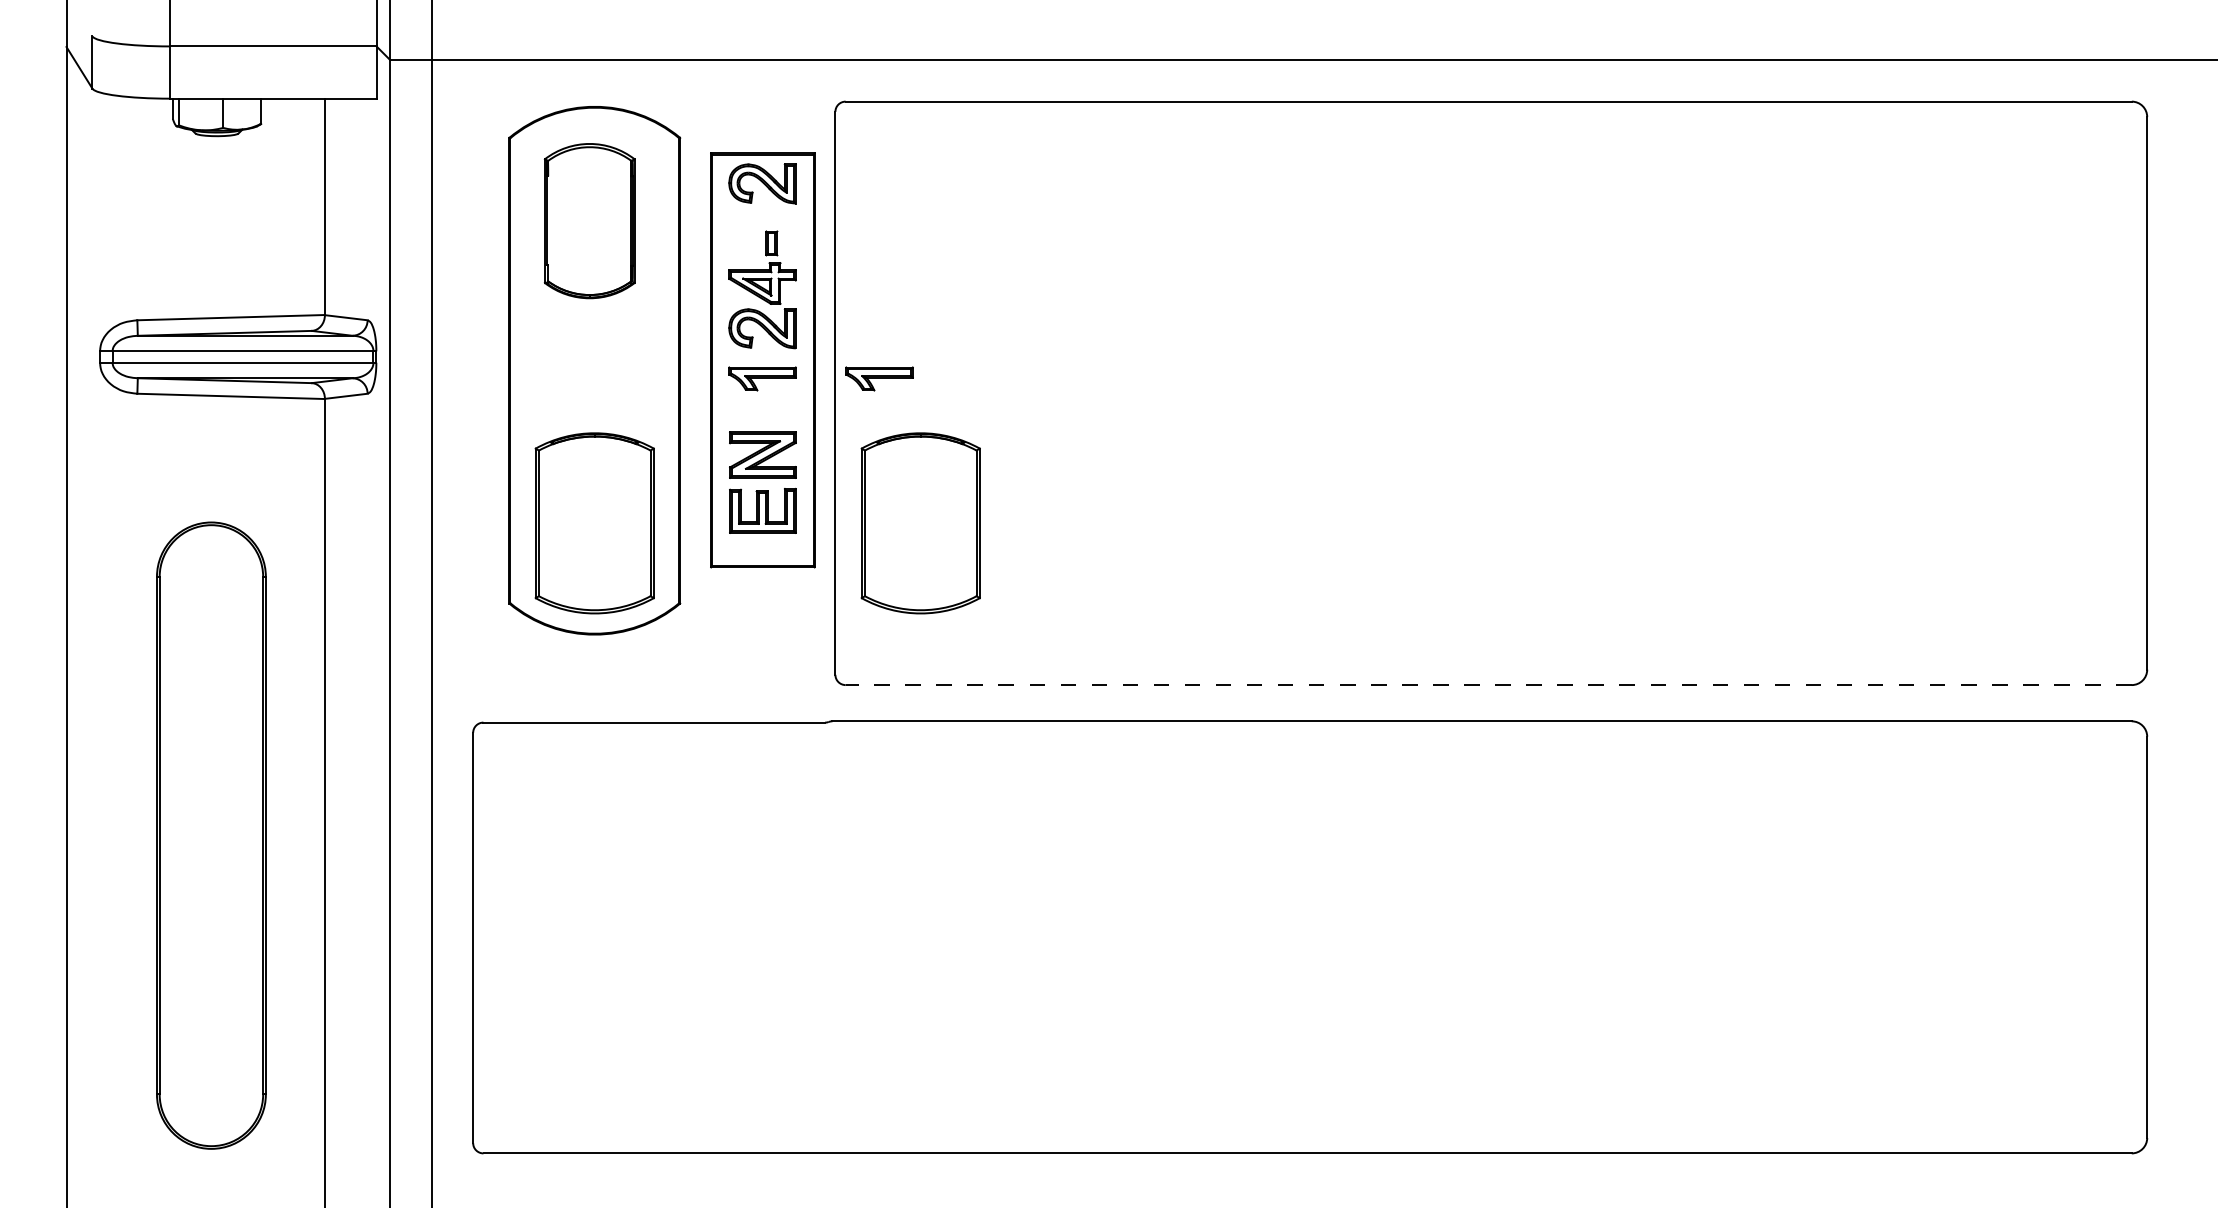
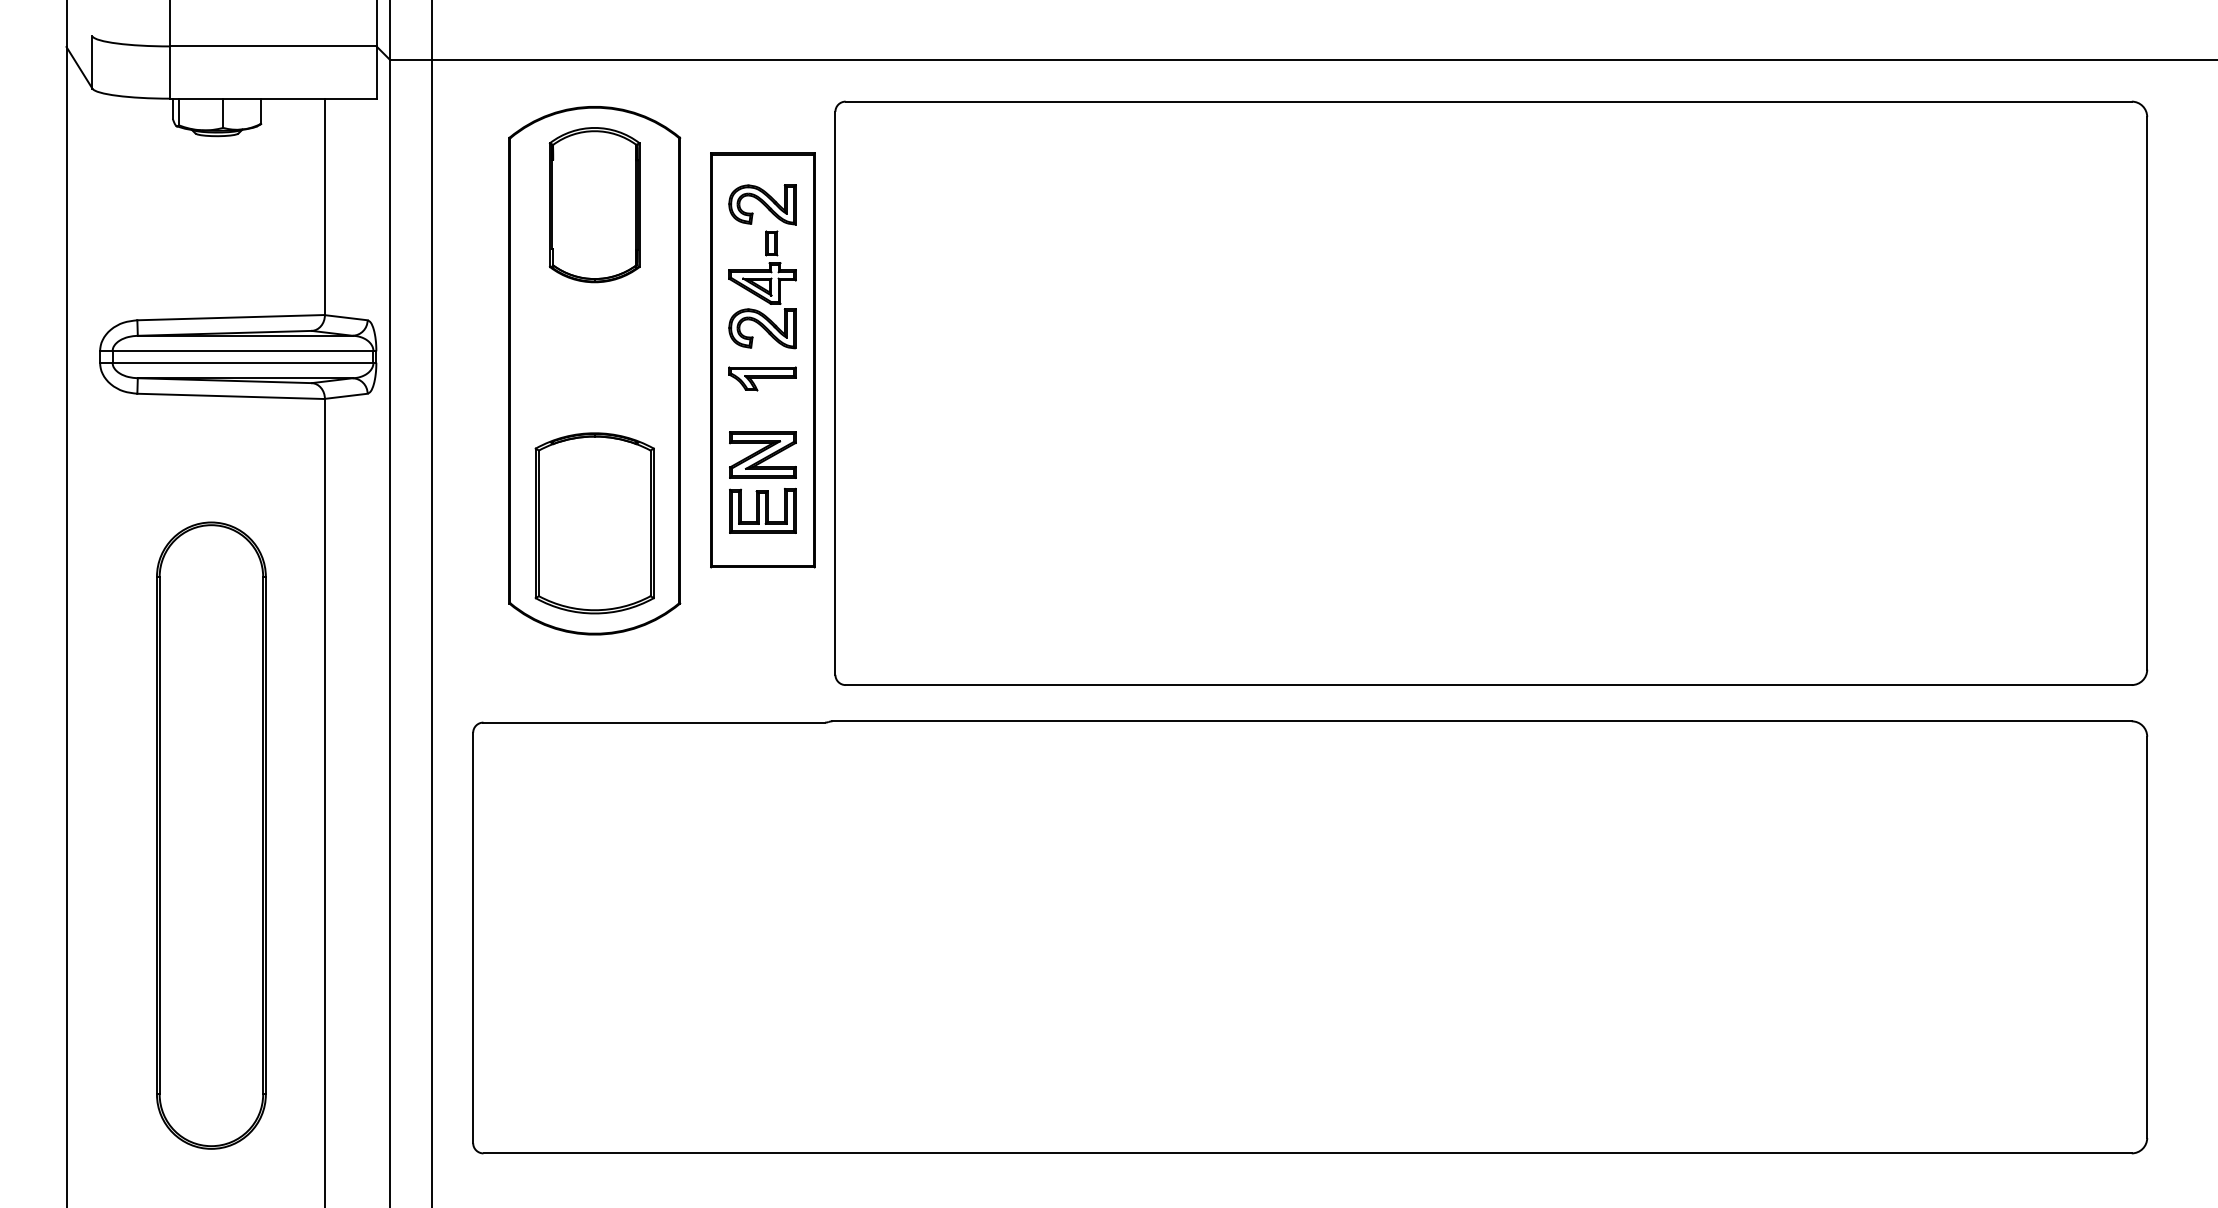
part at (762, 183) position: (762, 183) -> (762, 204)
part at (589, 221) position: (589, 221) -> (594, 205)
part at (879, 378): present -> none
part at (920, 523): present -> none
line at (1488, 685): dashed -> solid
